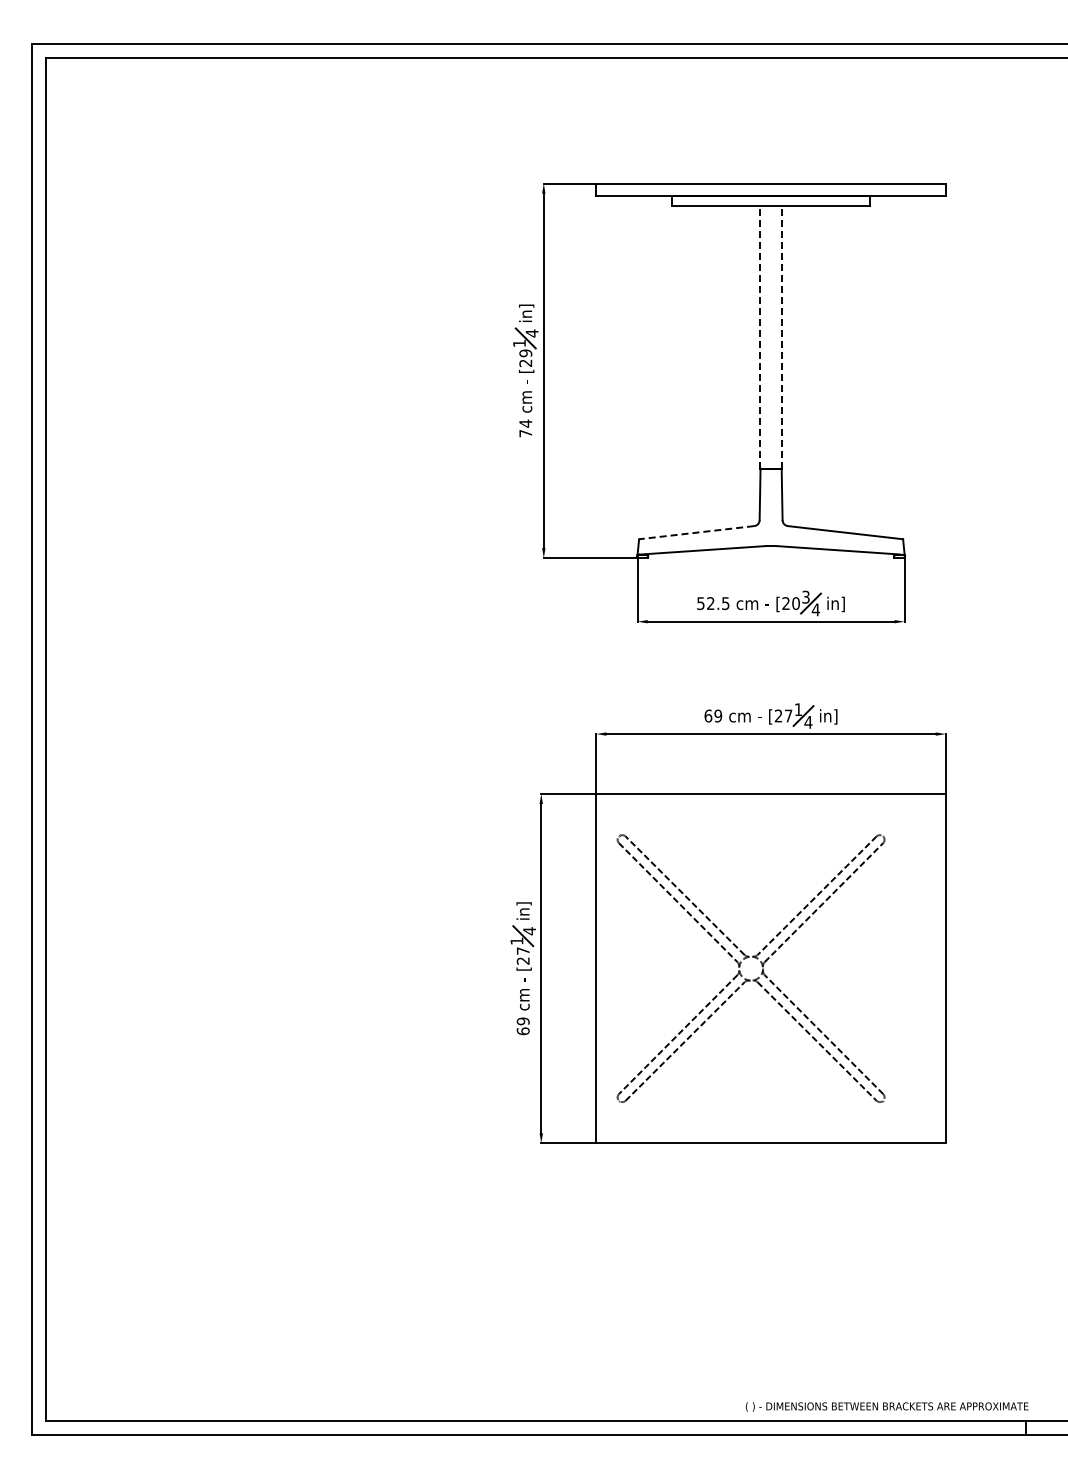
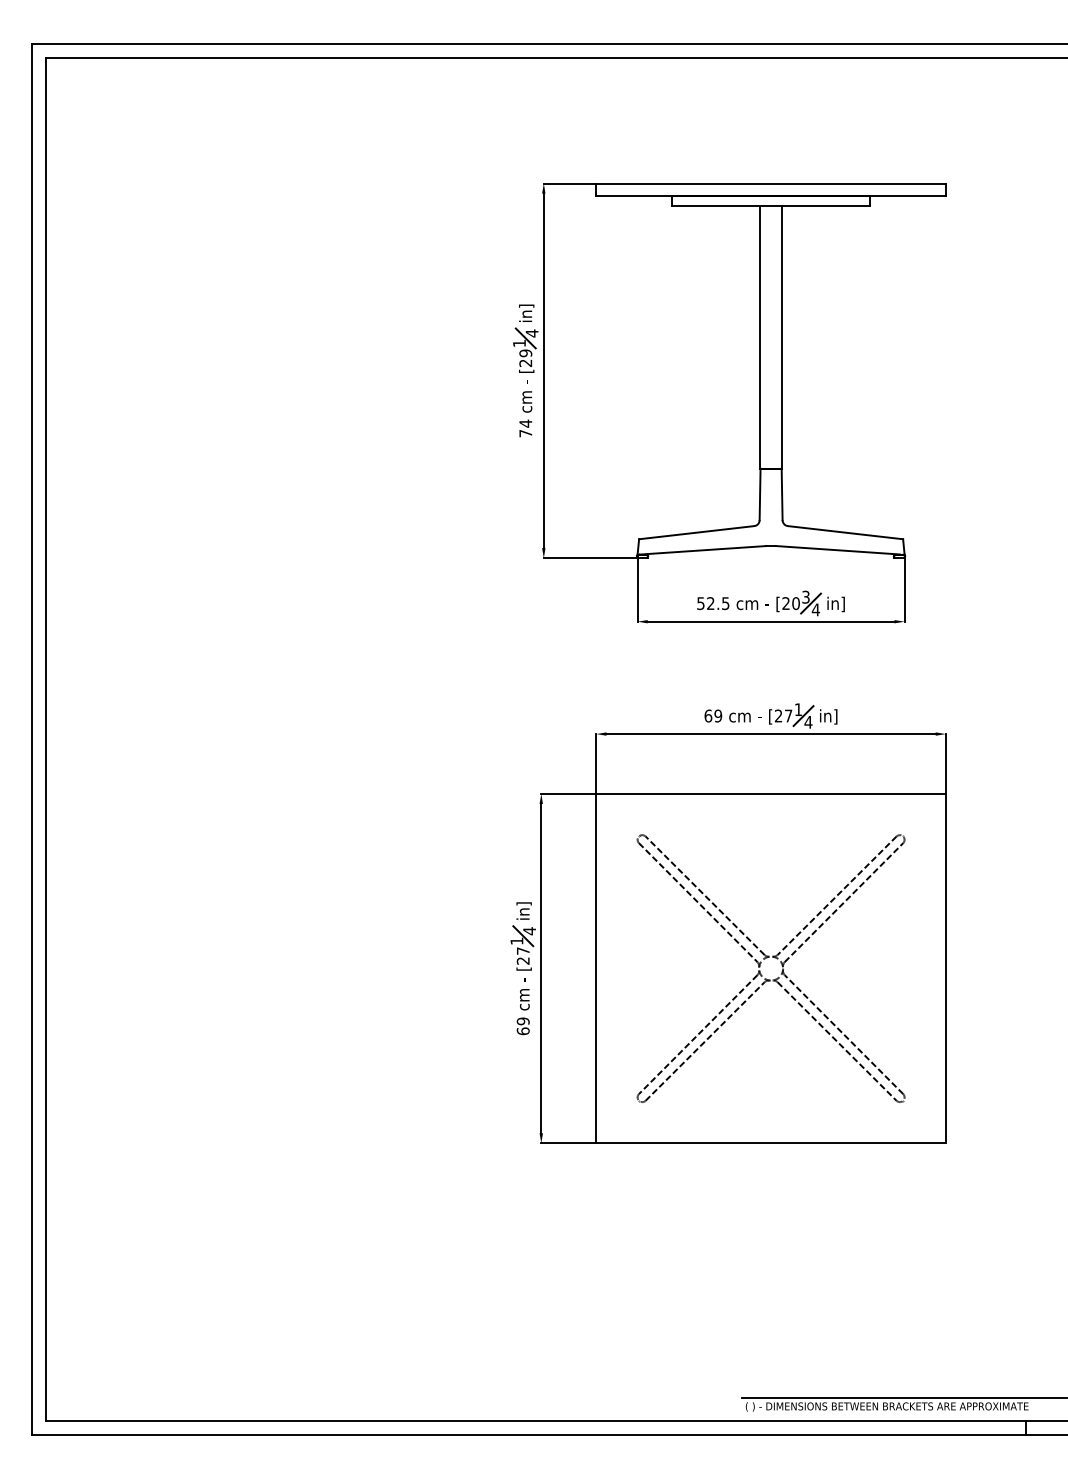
line at (760, 337): dashed -> solid
line at (781, 337): dashed -> solid
line at (696, 532): dashed -> solid
part at (740, 967) position: (740, 967) -> (760, 967)
line at (902, 1397): none -> present
